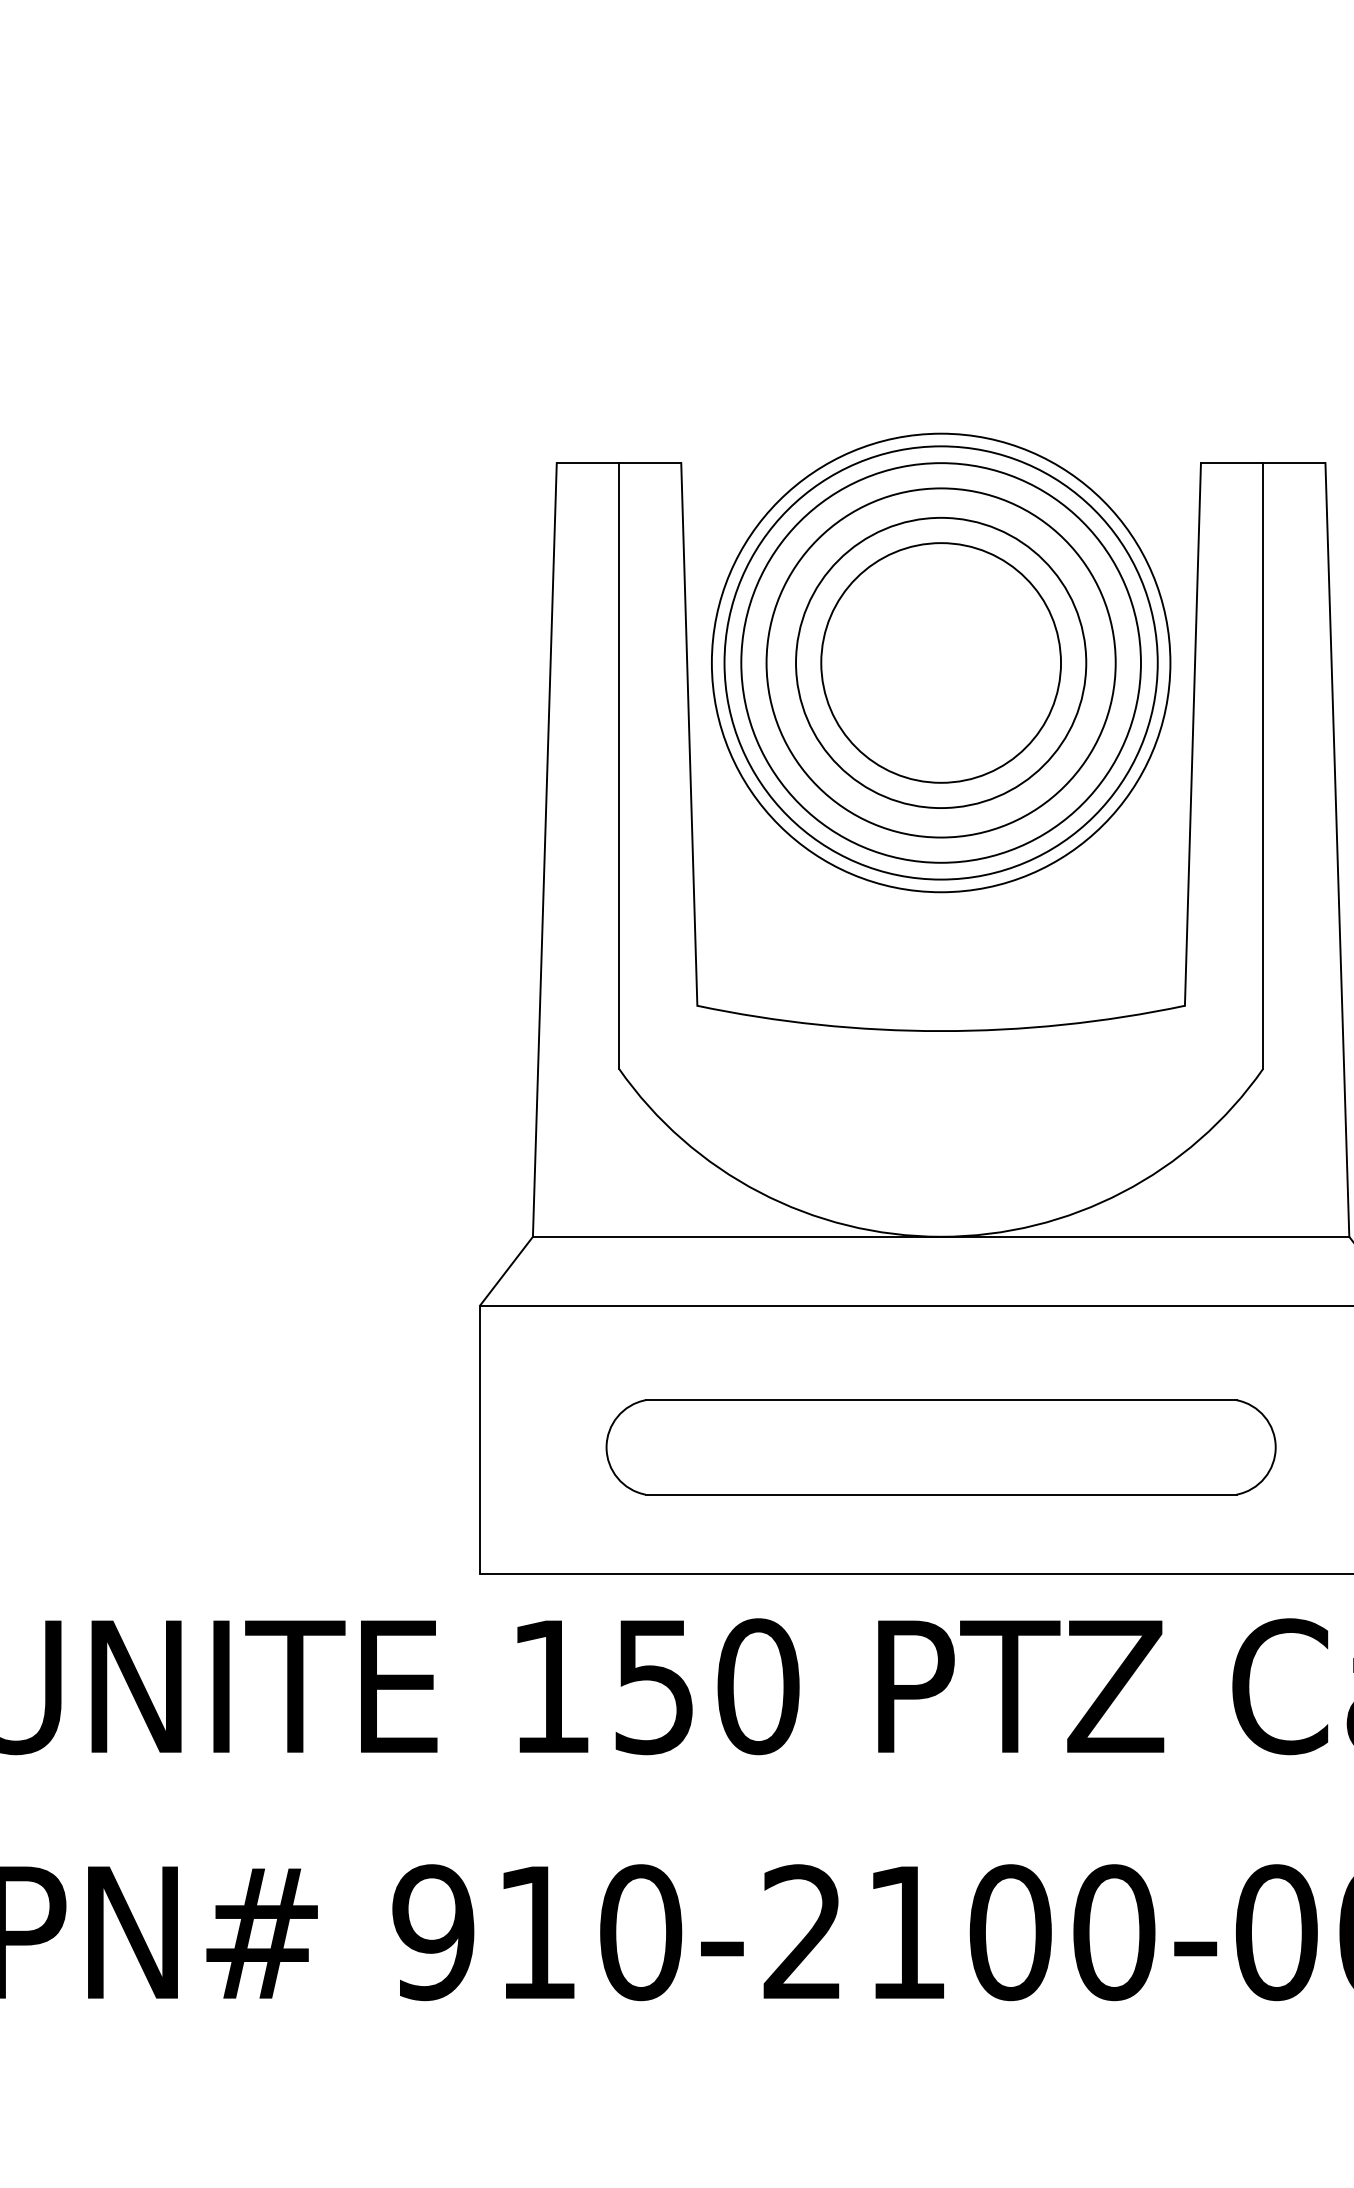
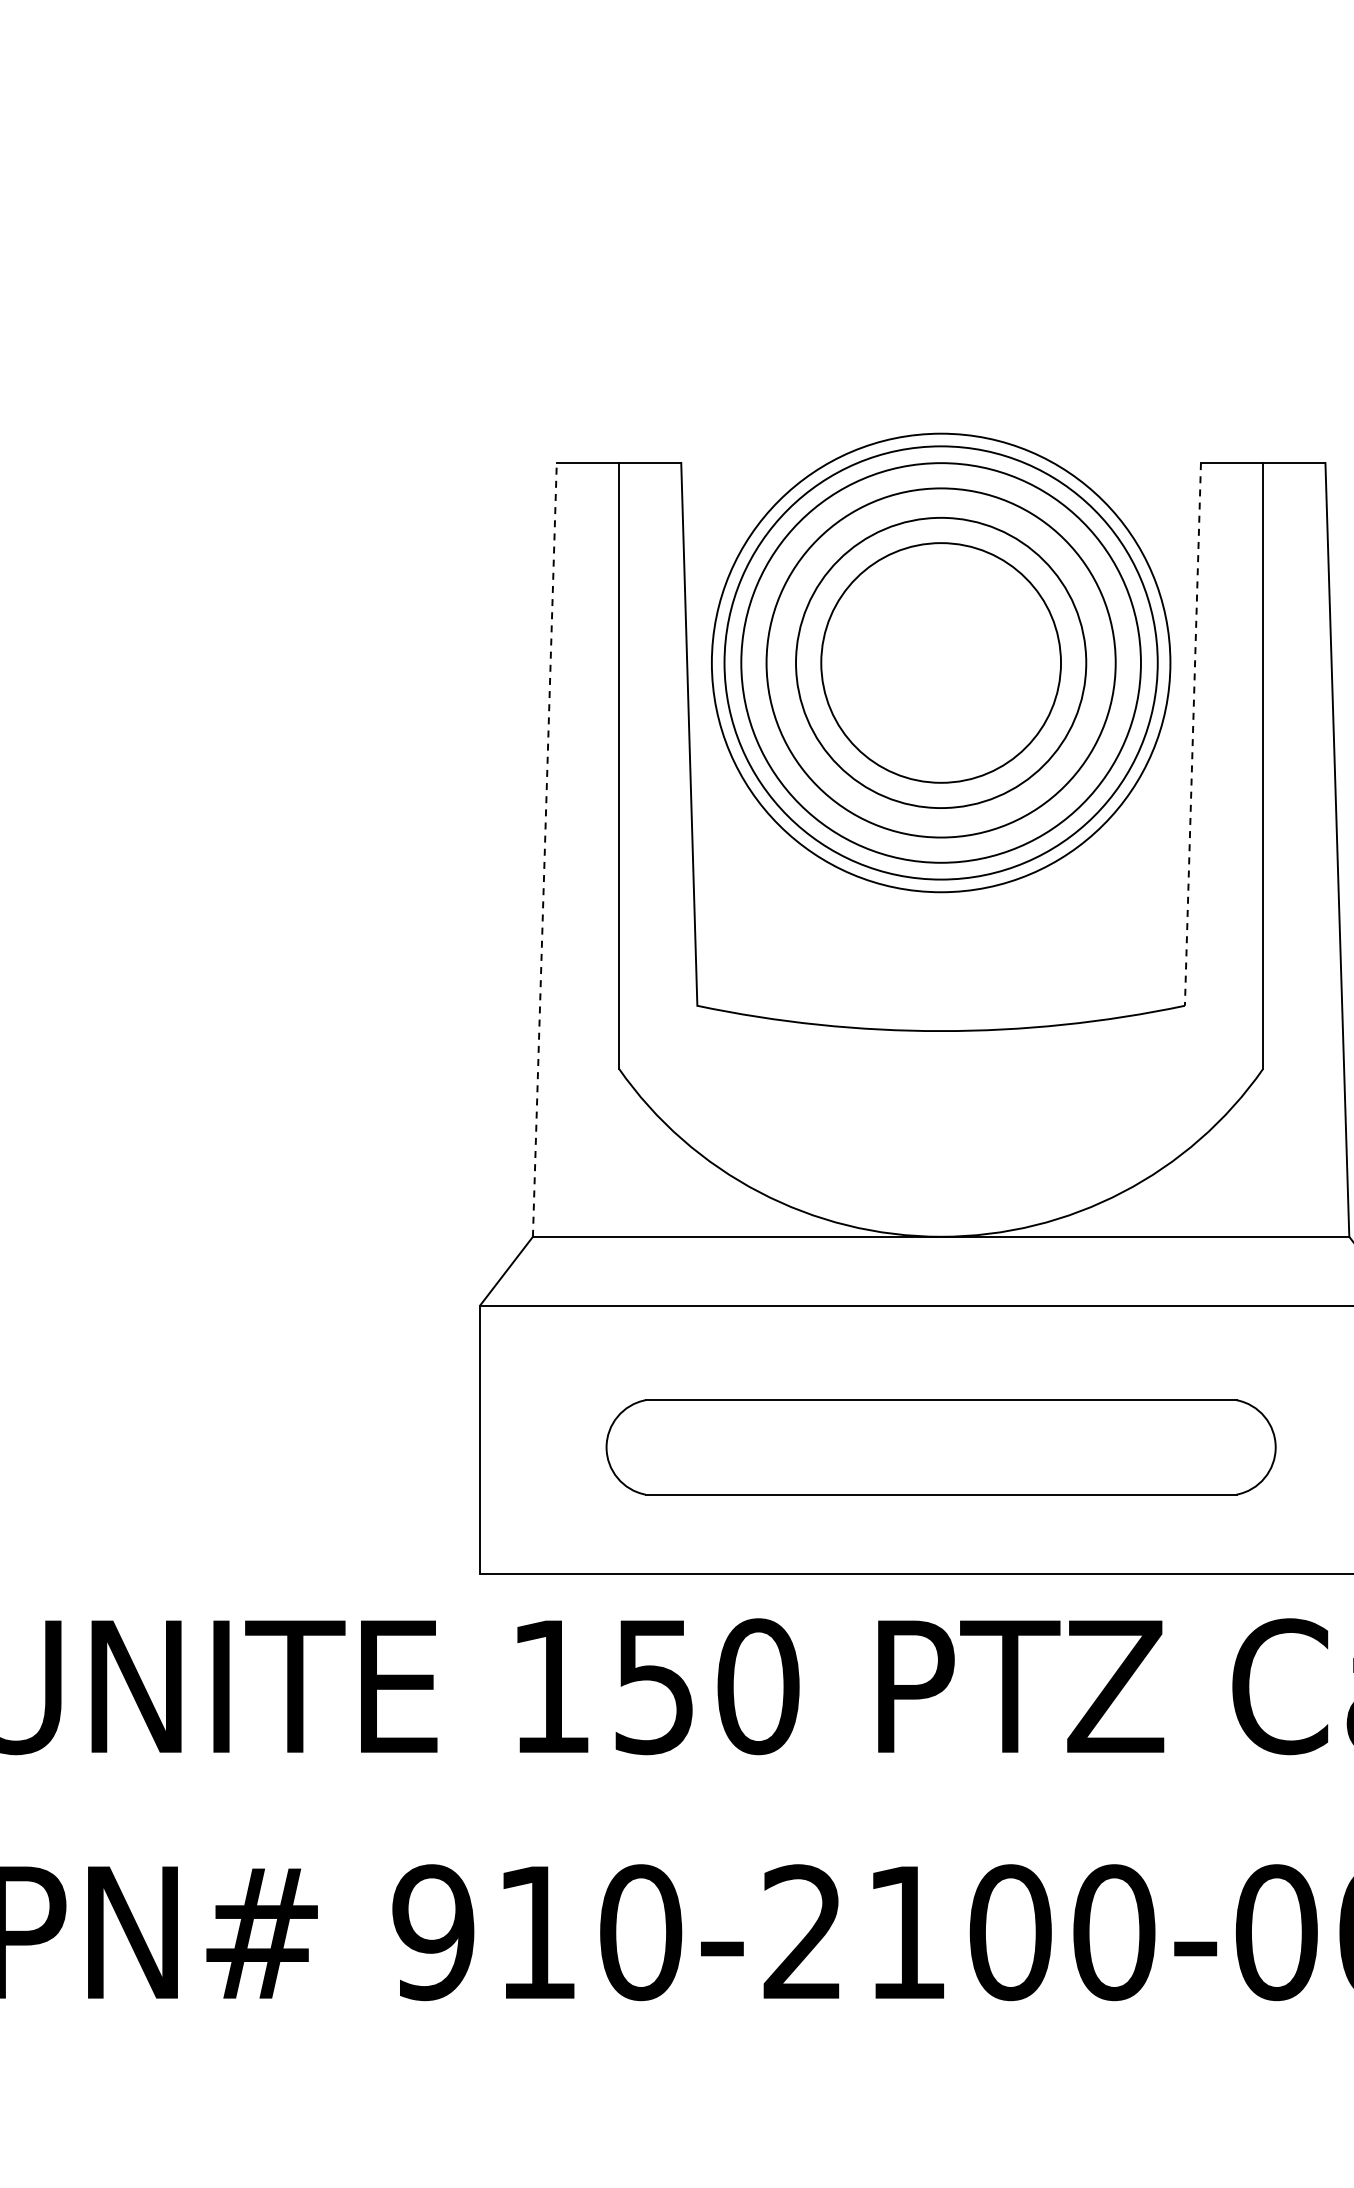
line at (1192, 734): solid -> dashed
line at (544, 849): solid -> dashed
